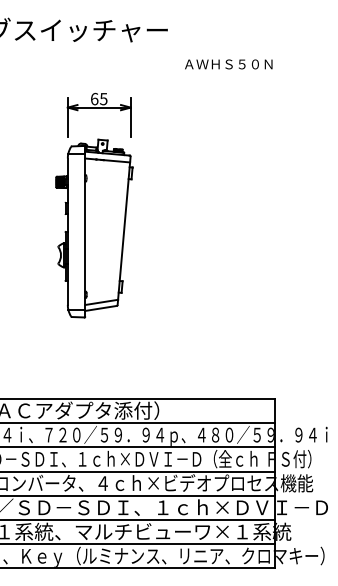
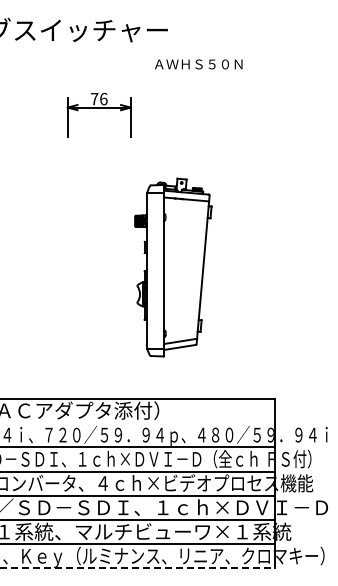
text at (228, 64) position: (228, 64) -> (198, 64)
text at (99, 98): 65 -> 76
part at (94, 228) position: (94, 228) -> (173, 267)
line at (138, 423): present -> none
line at (138, 568): solid -> dashed
